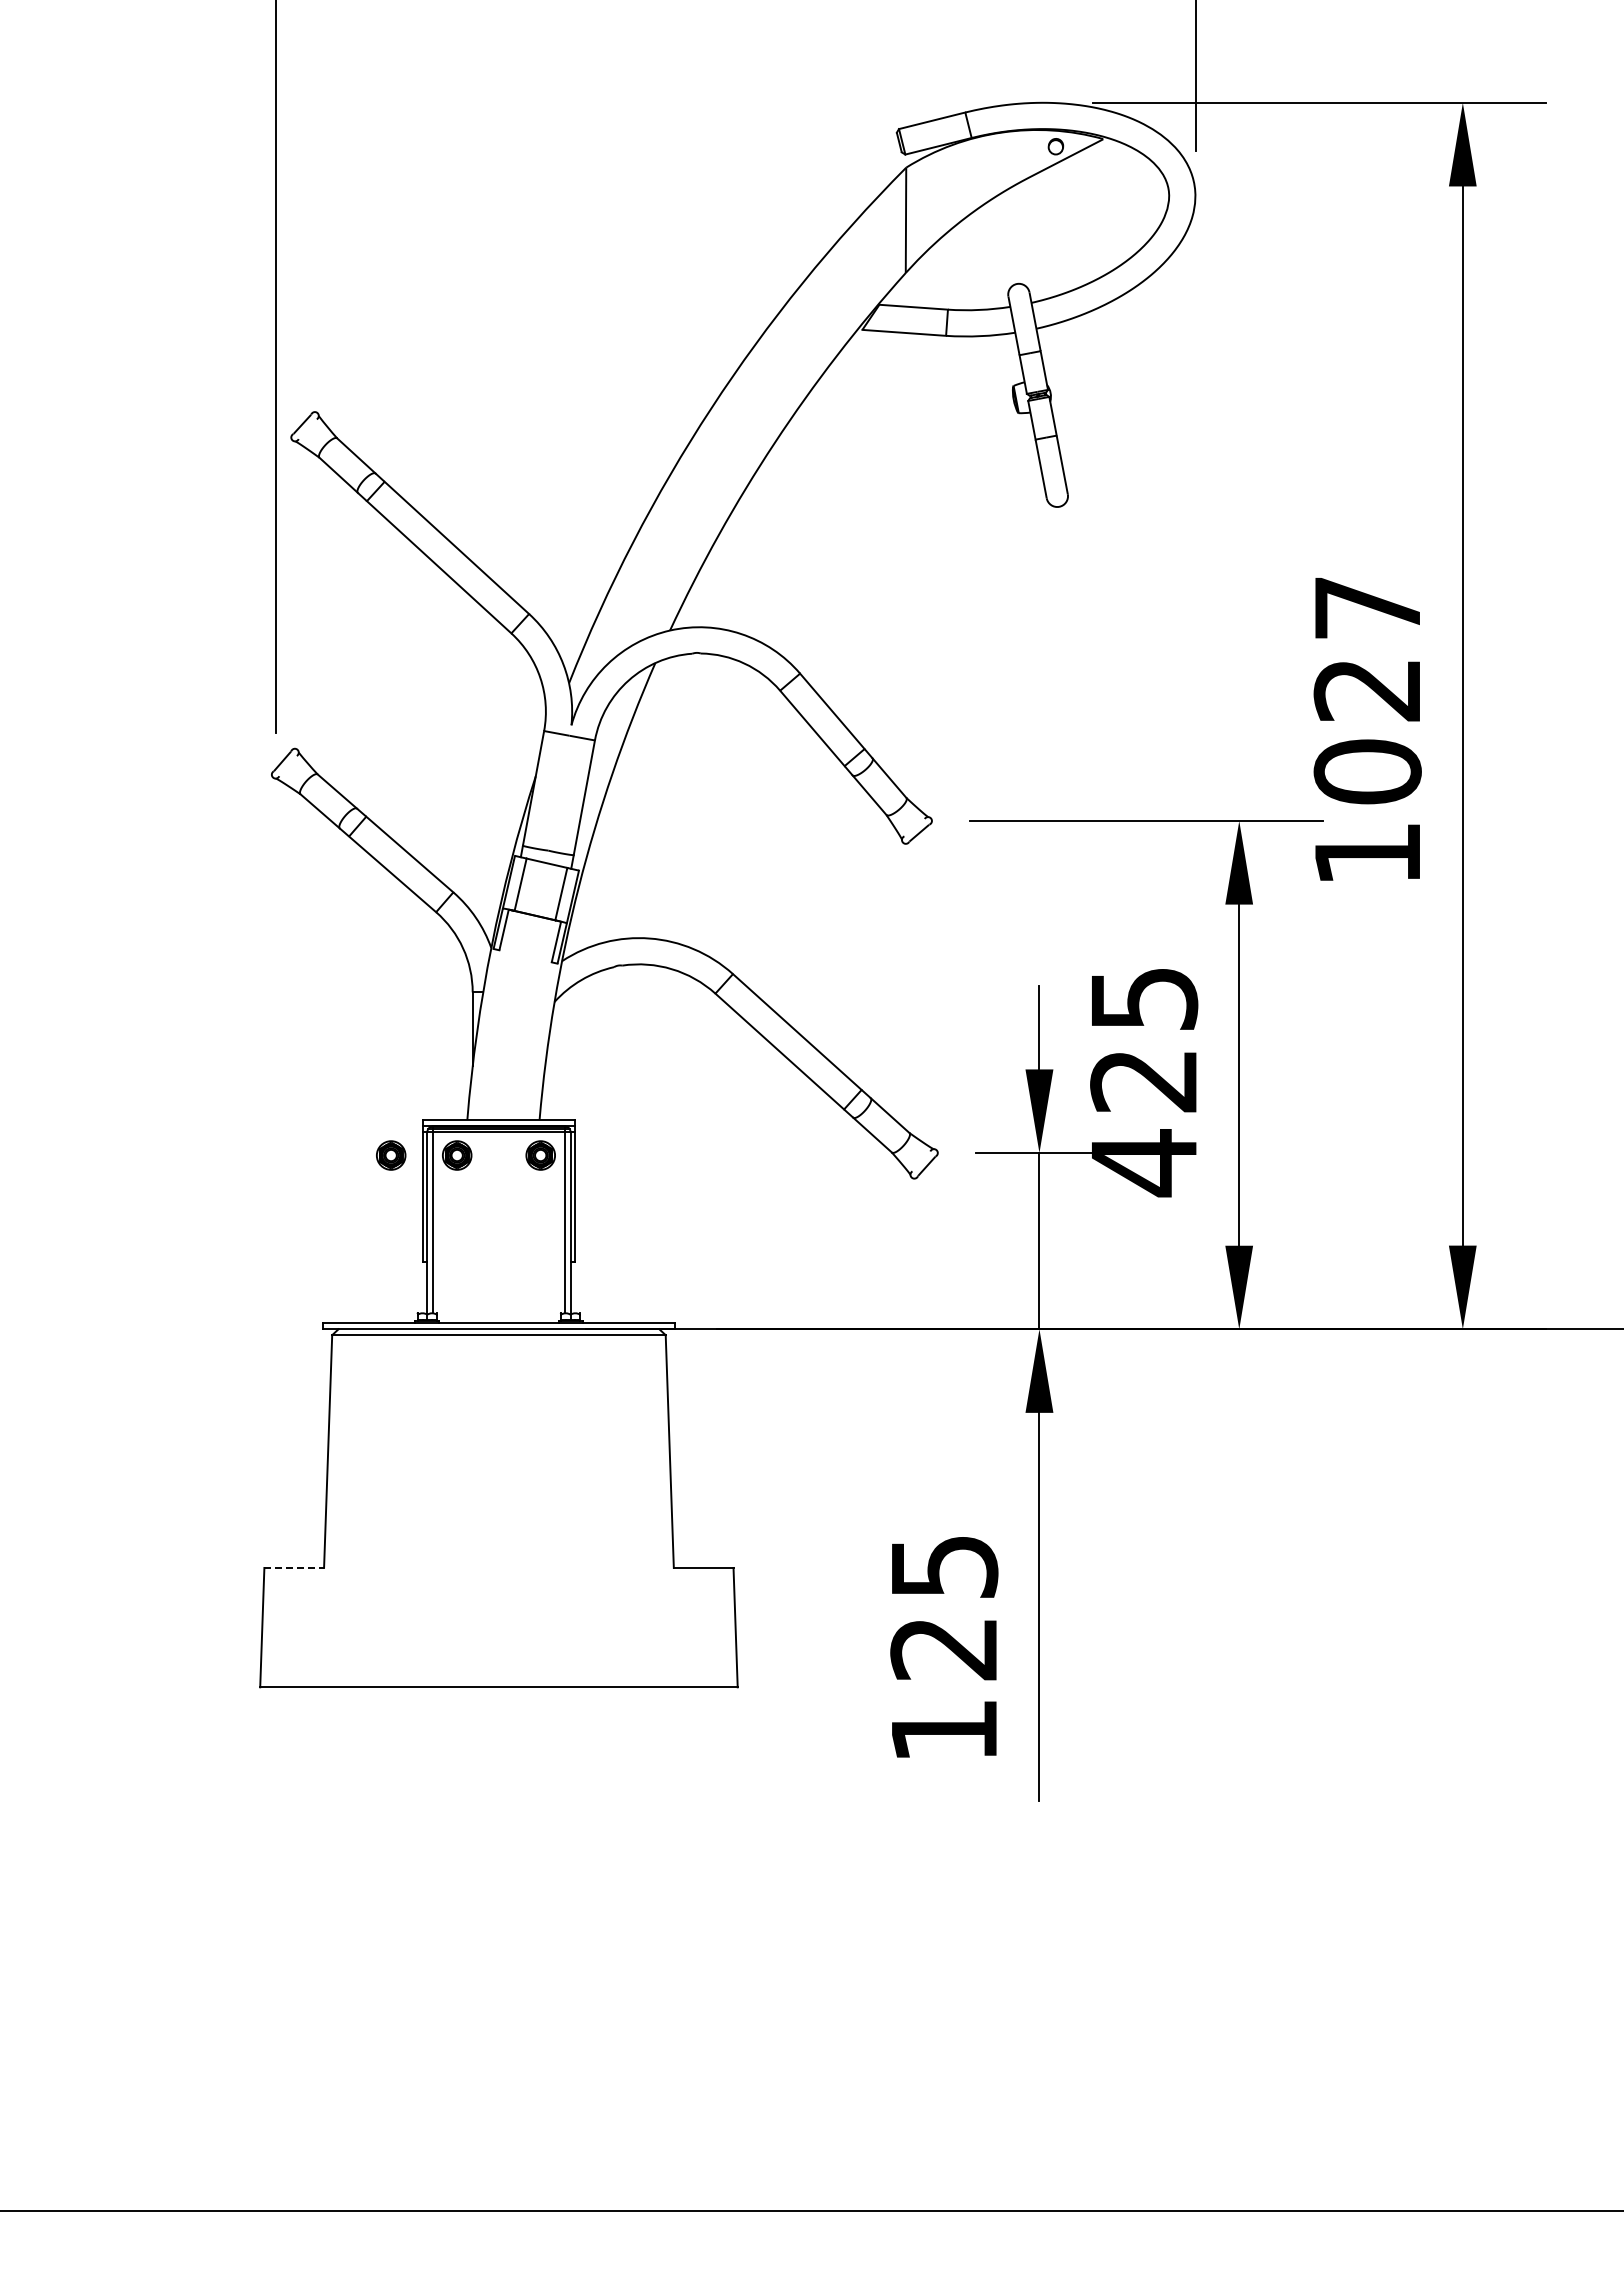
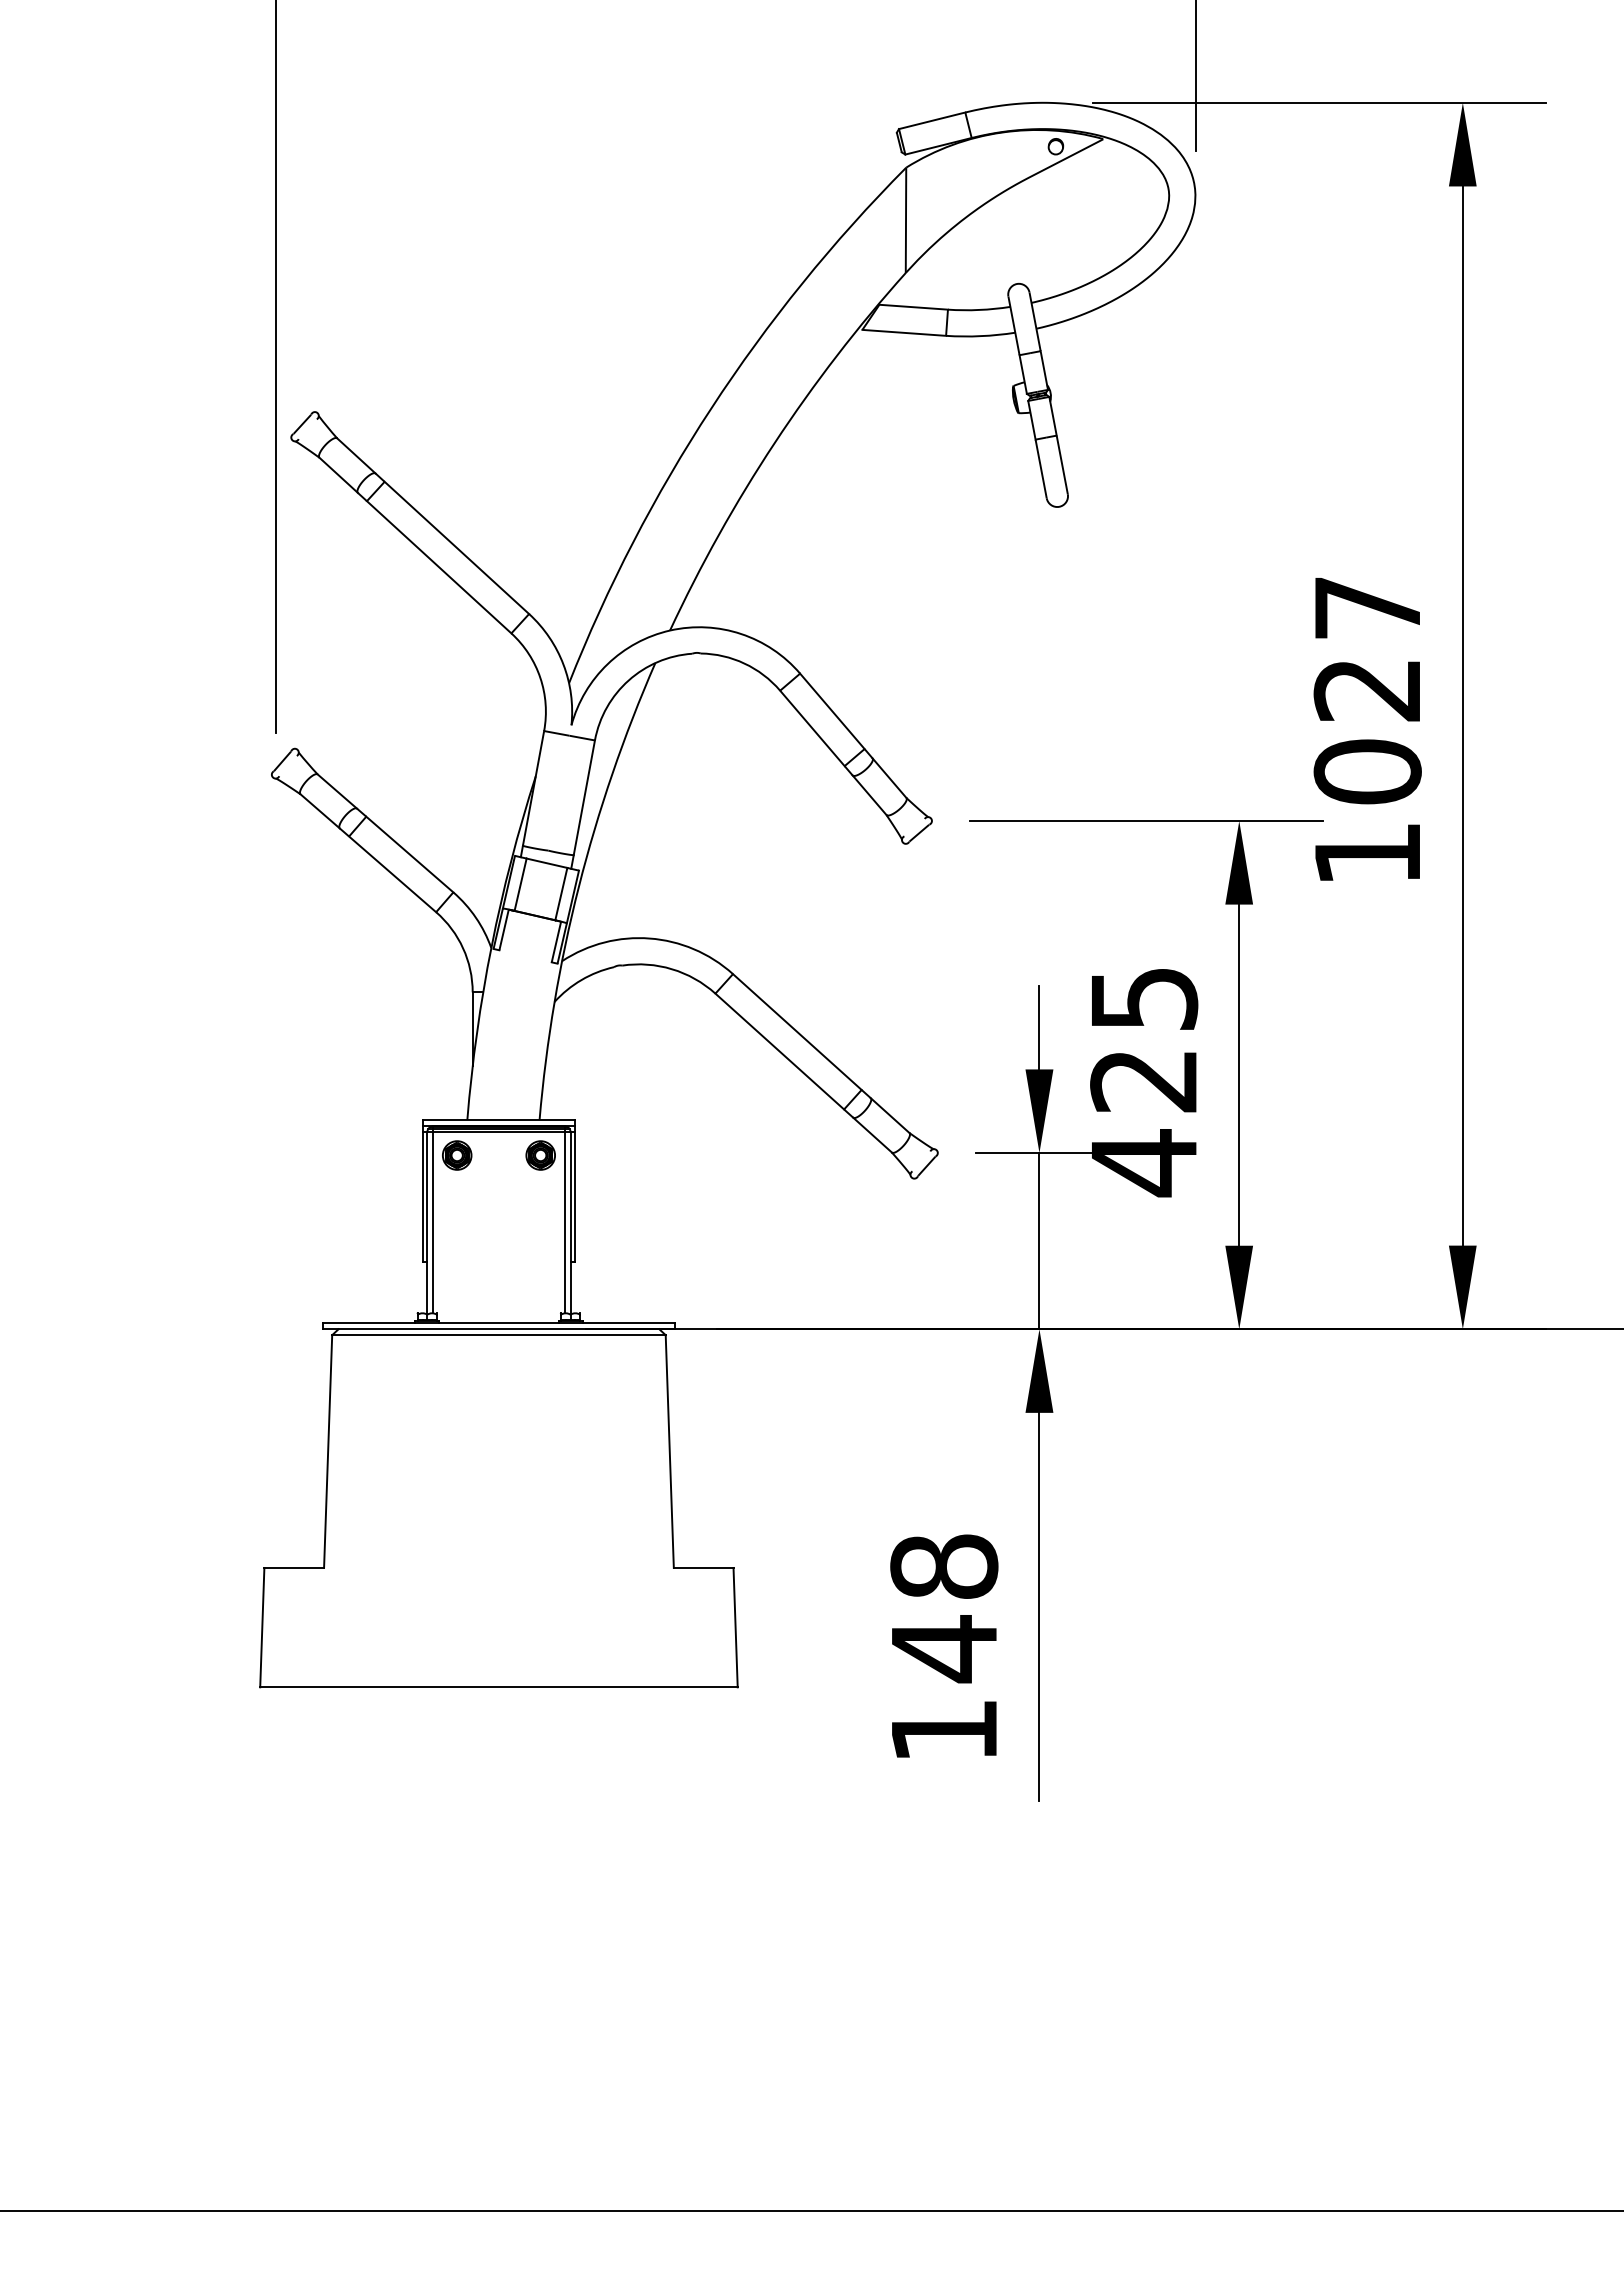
part at (391, 1155): present -> none
line at (294, 1567): dashed -> solid
text at (944, 1608): 125 -> 148
